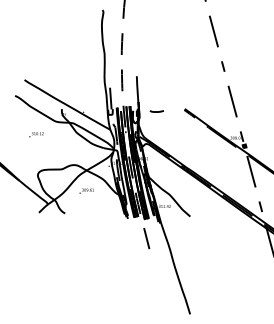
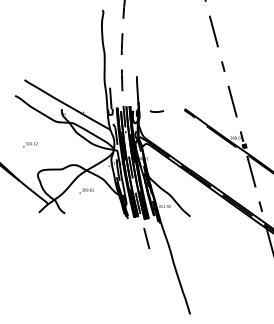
text at (36, 134) position: (36, 134) -> (30, 144)
